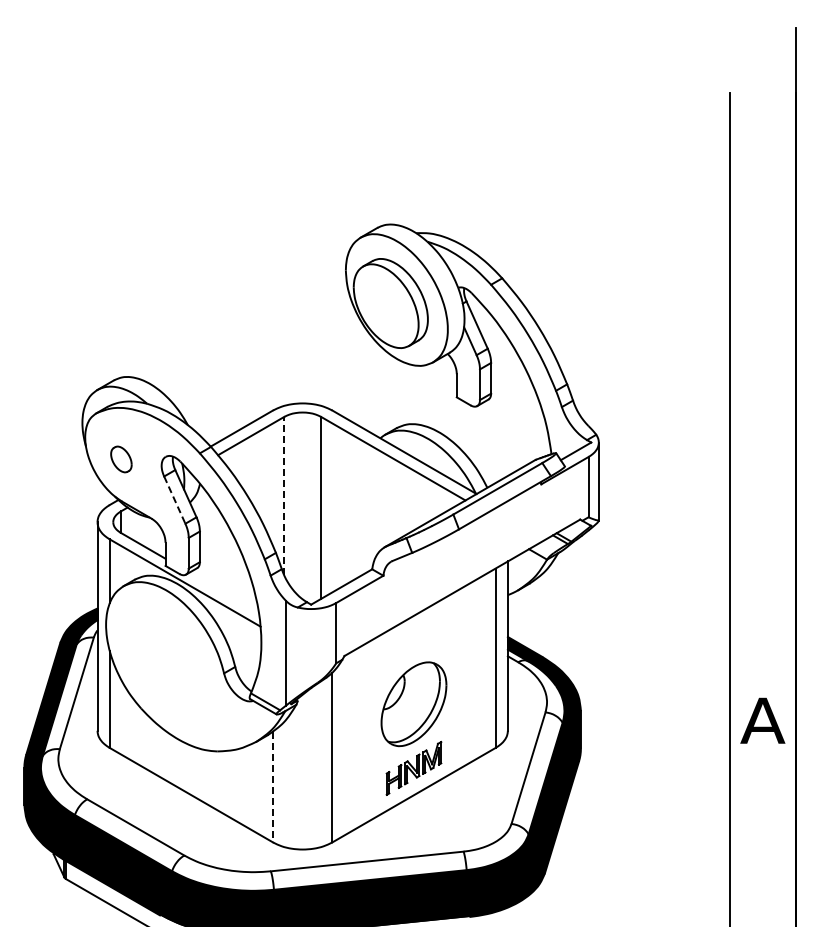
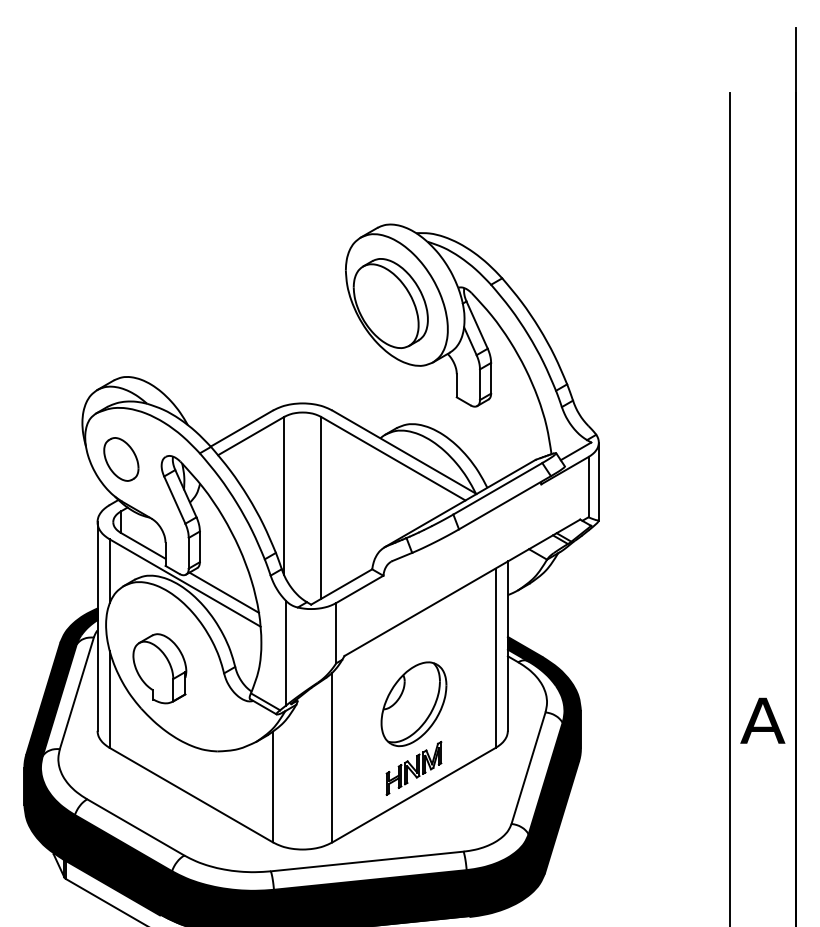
part at (121, 459) size: 23x29 px -> 37x45 px
line at (284, 495): dashed -> solid
line at (174, 500): dashed -> solid
line at (223, 592): none -> present
part at (159, 668): none -> present
line at (273, 787): dashed -> solid
